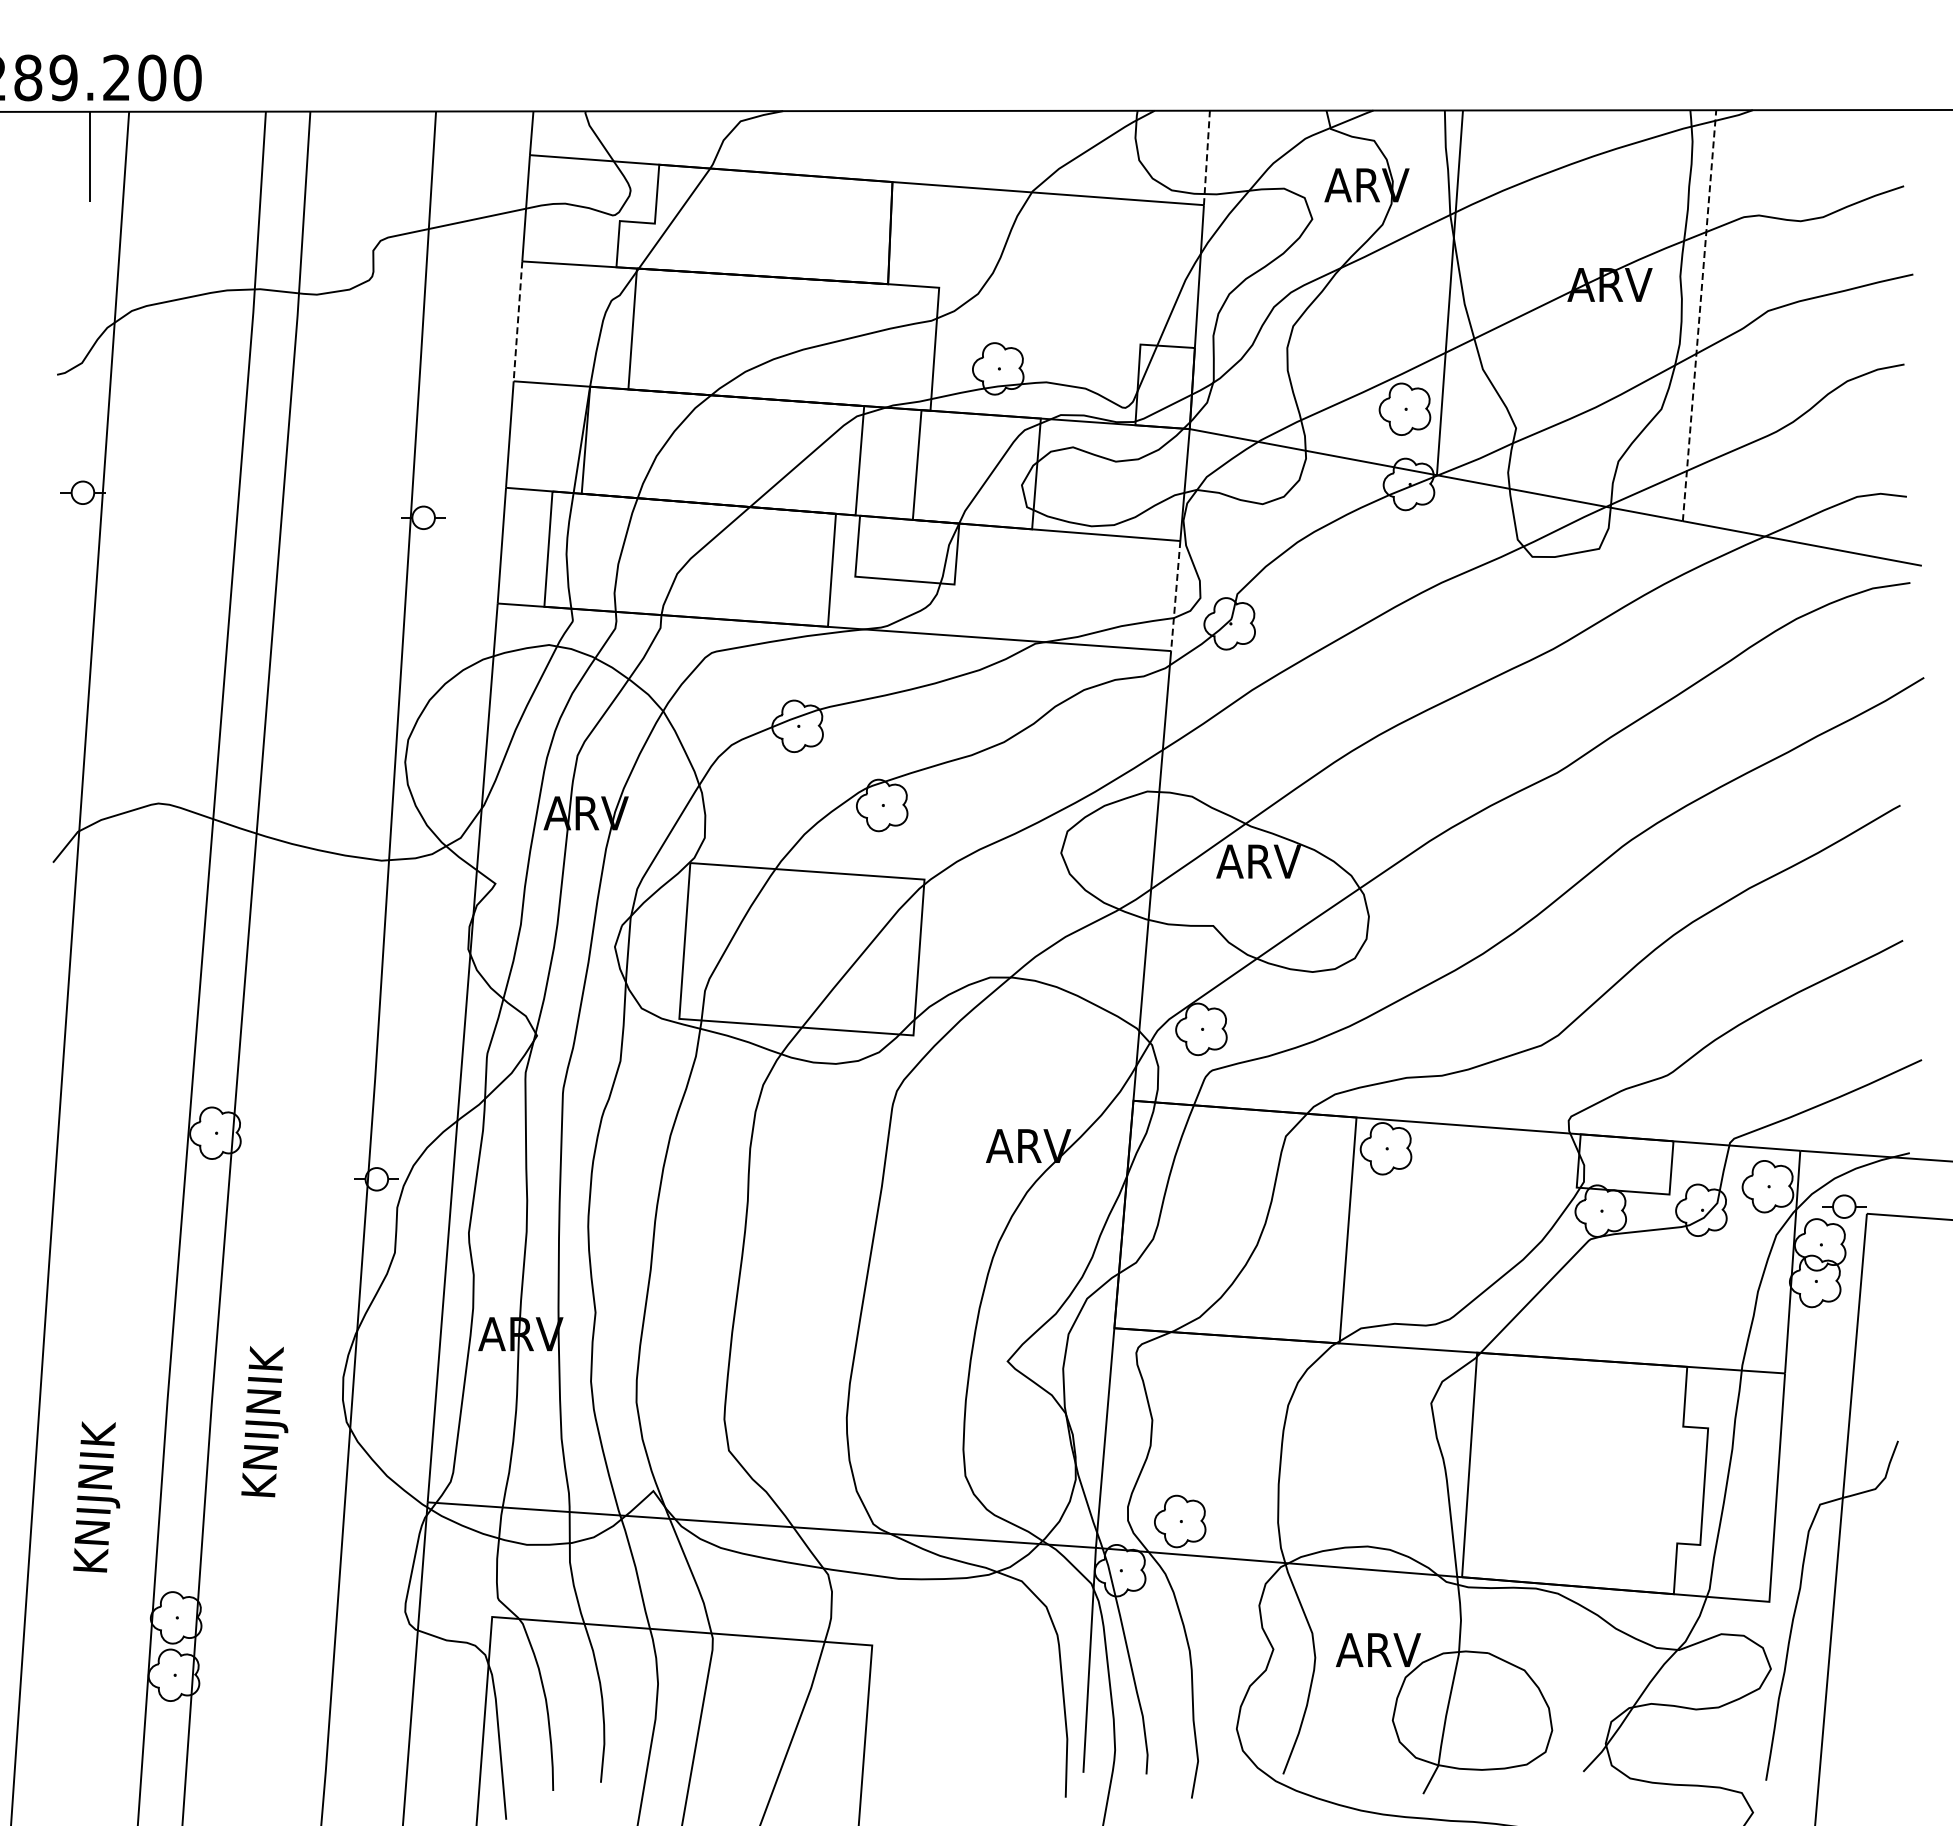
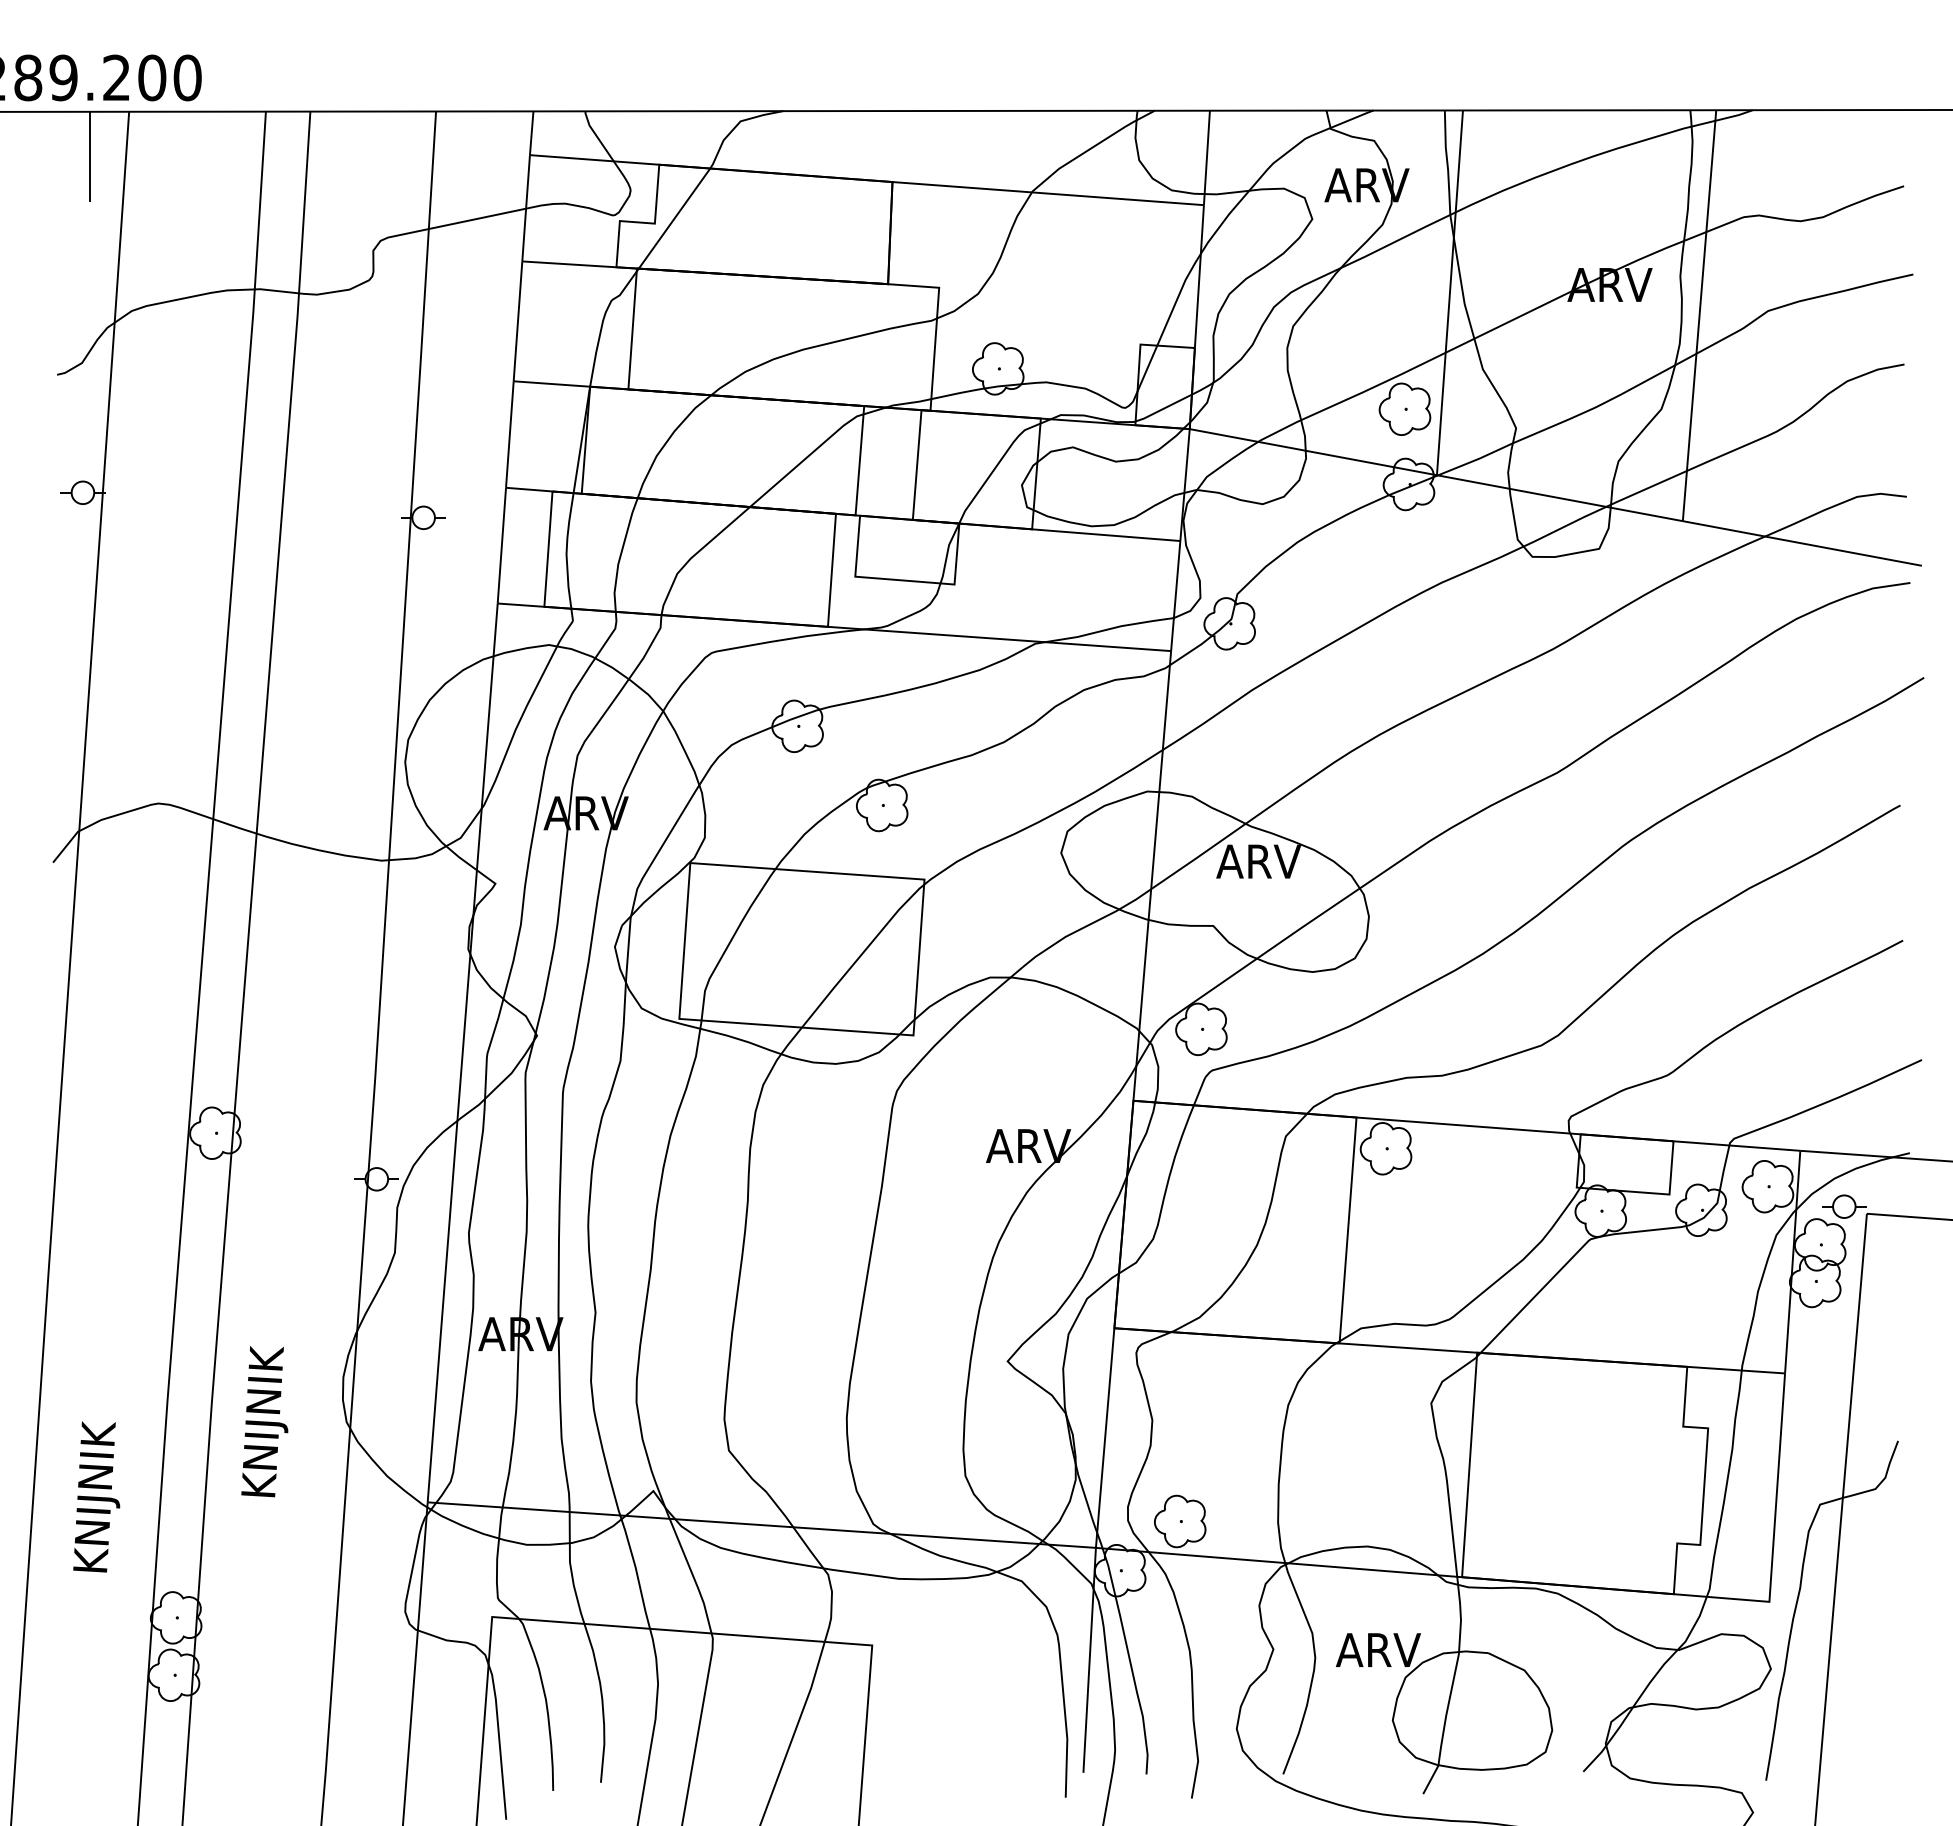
line at (1206, 157): dashed -> solid
line at (1699, 315): dashed -> solid
line at (517, 321): dashed -> solid
line at (1175, 596): dashed -> solid
